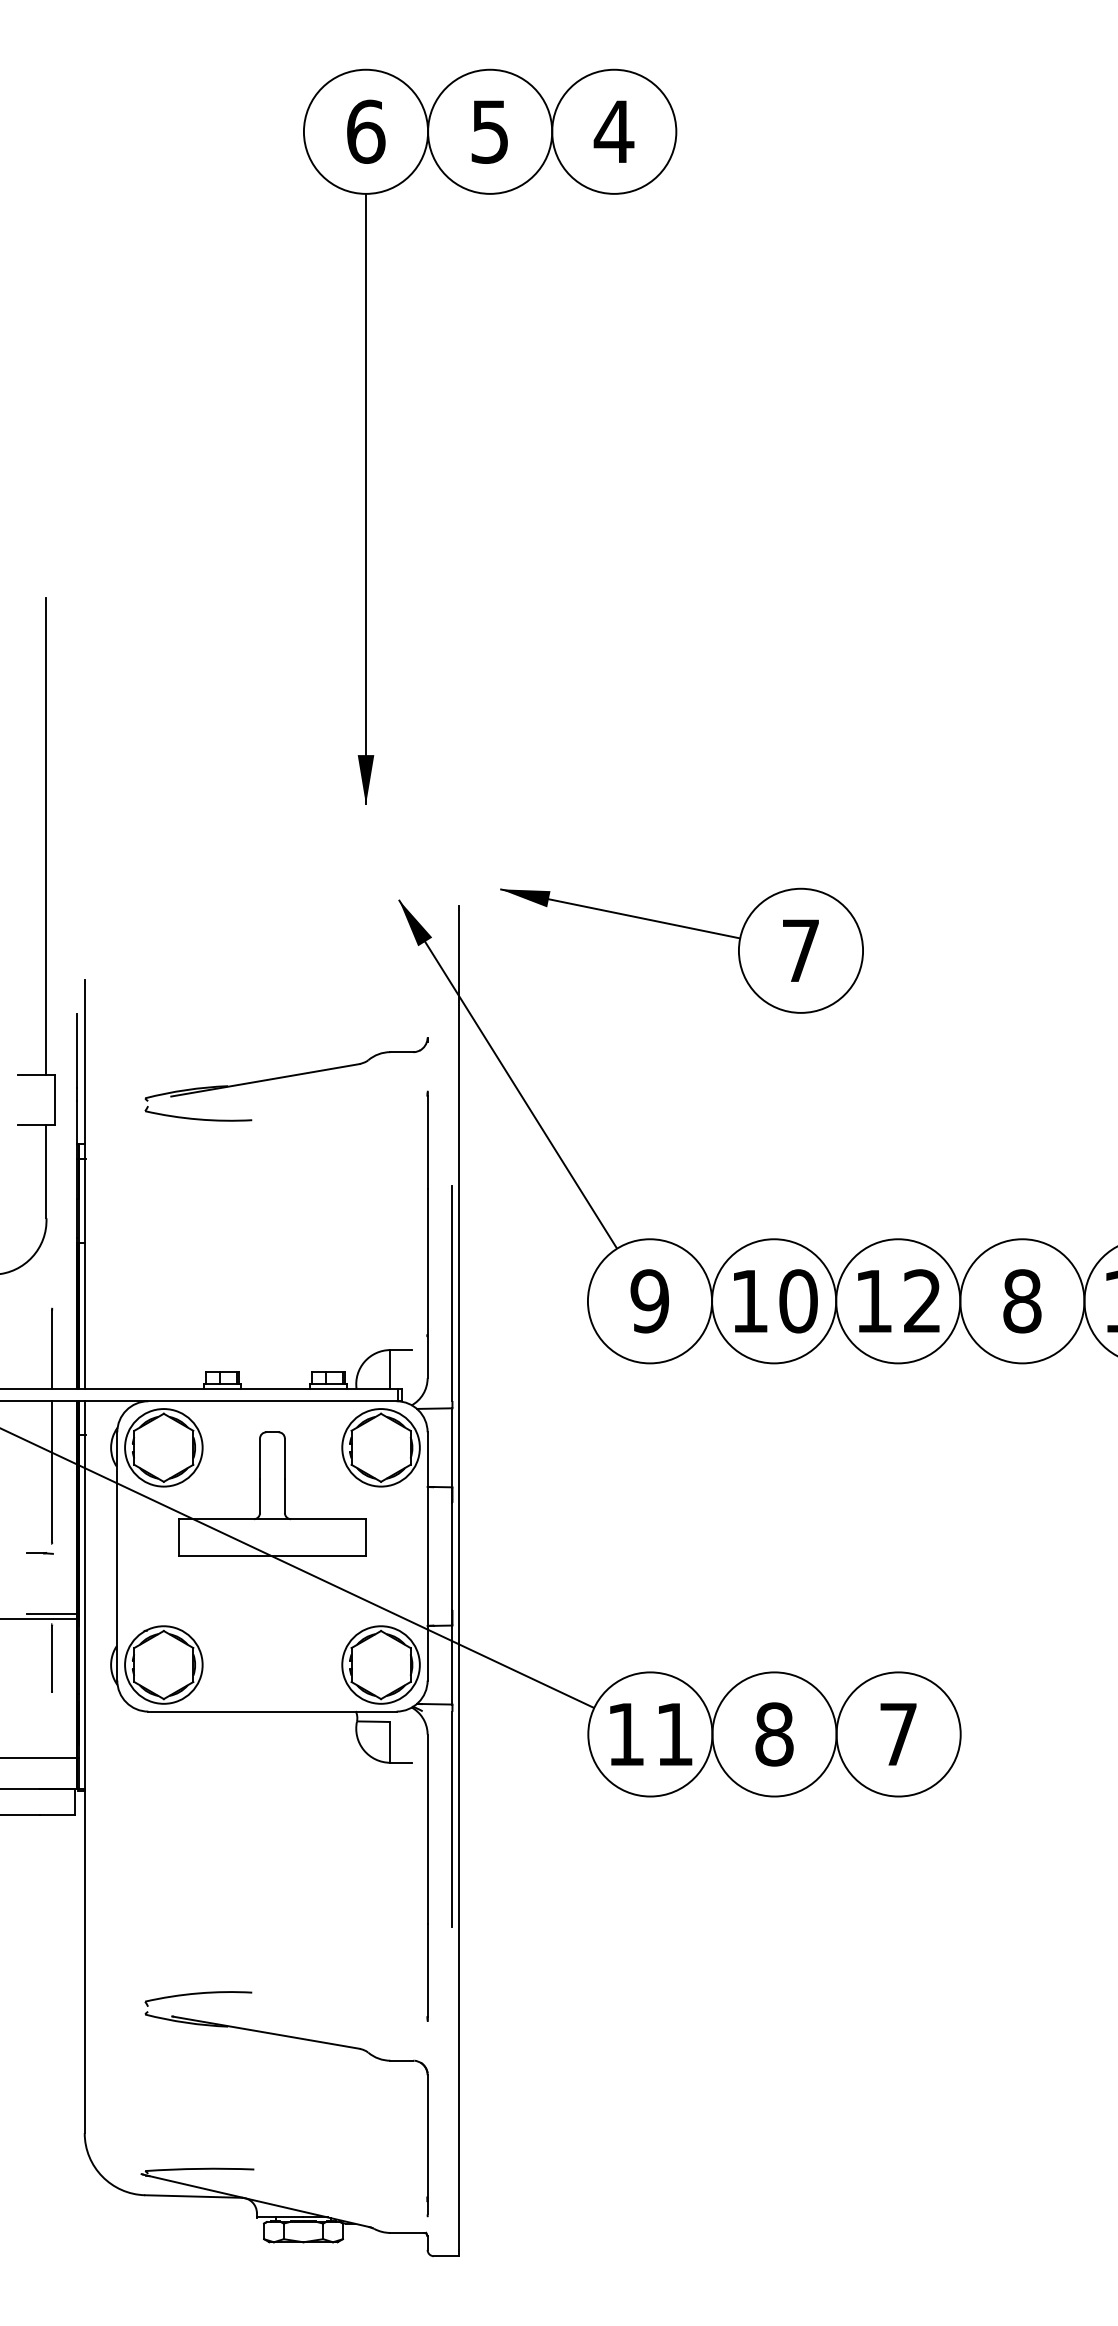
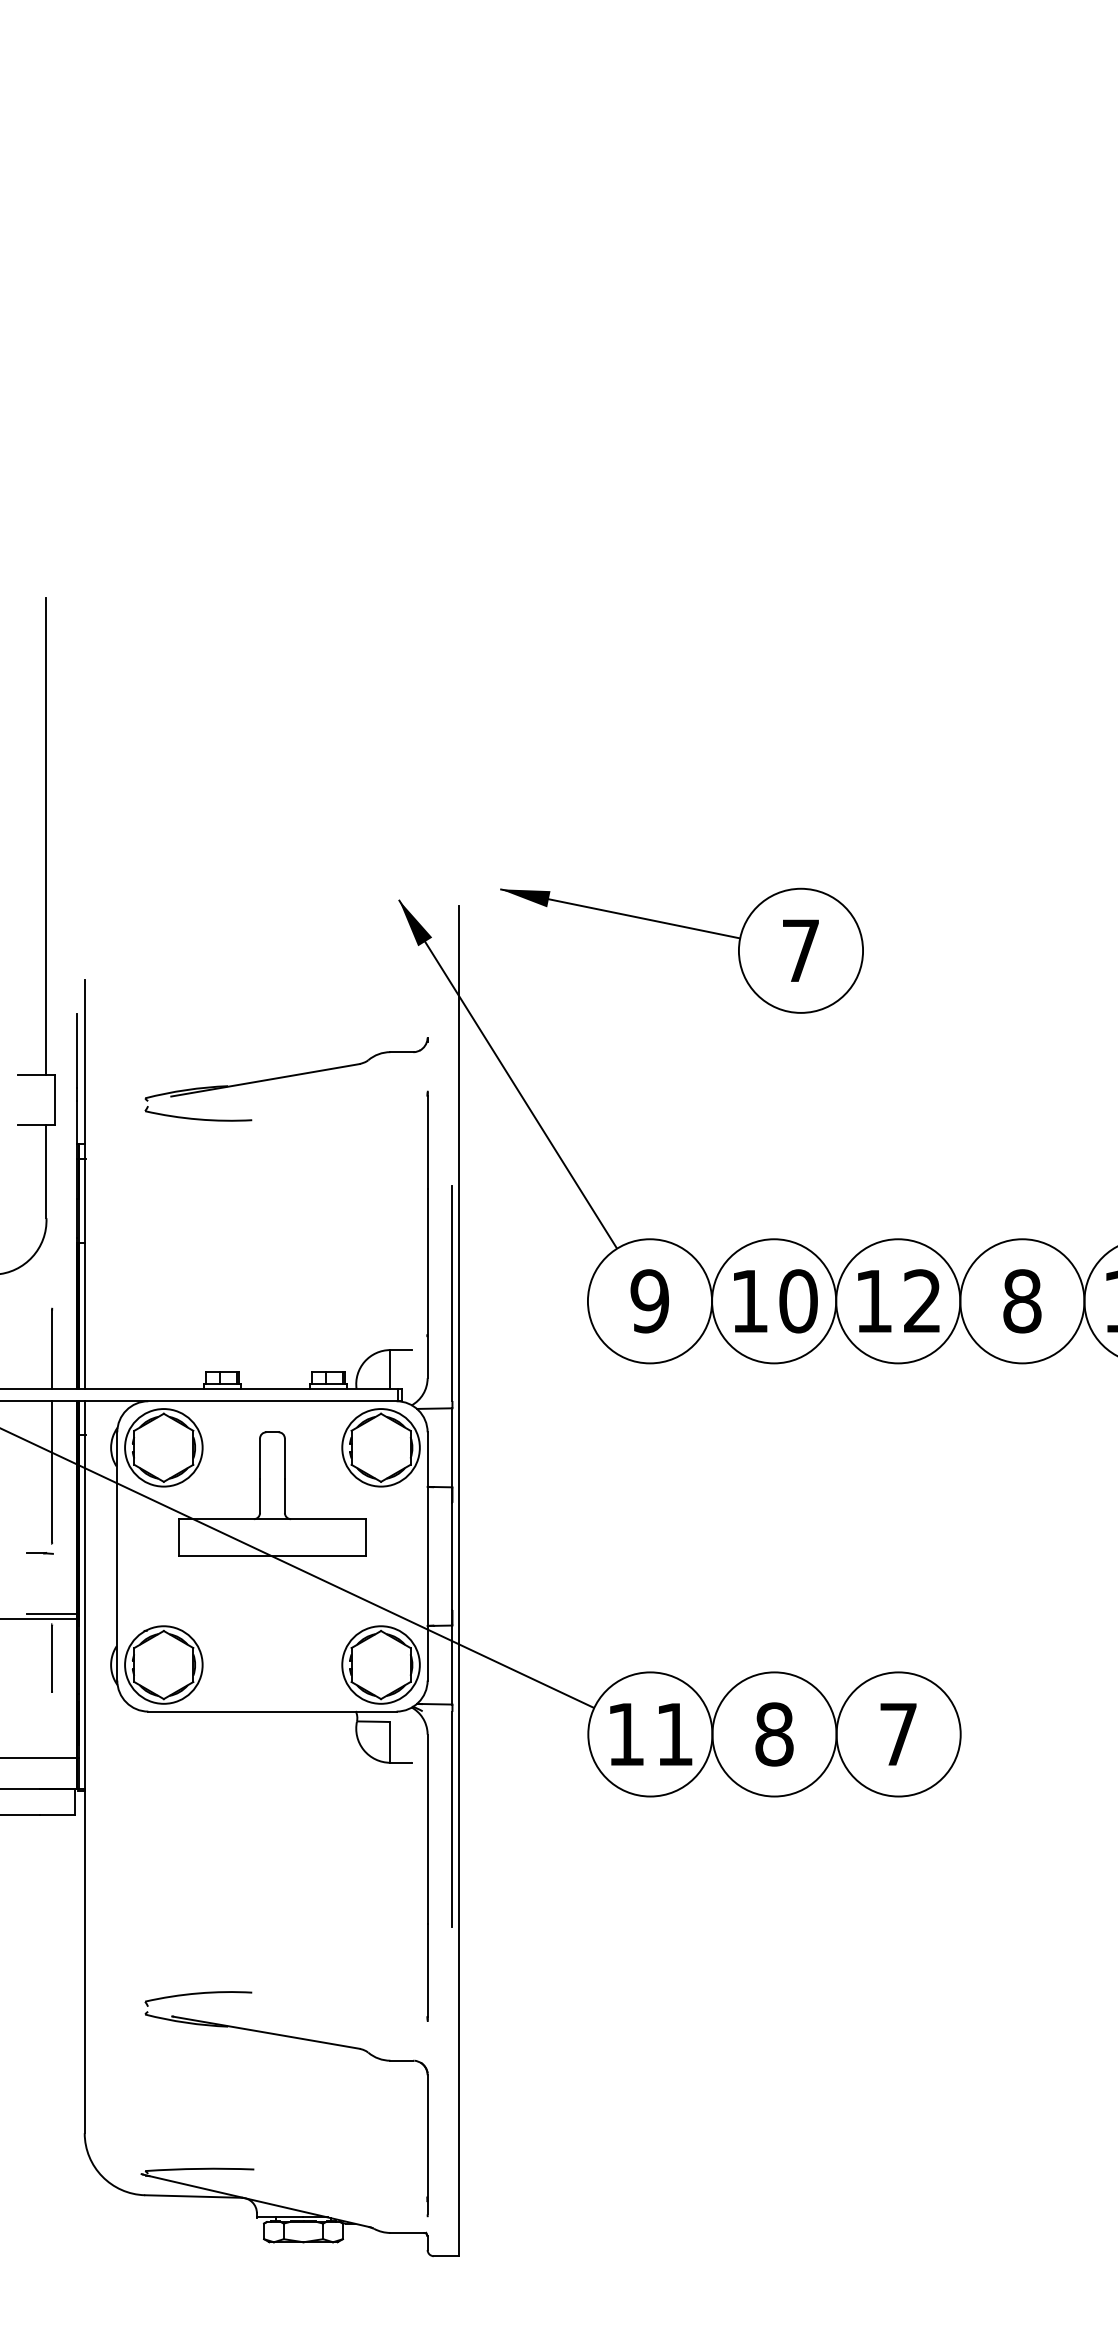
part at (366, 436): present -> none
